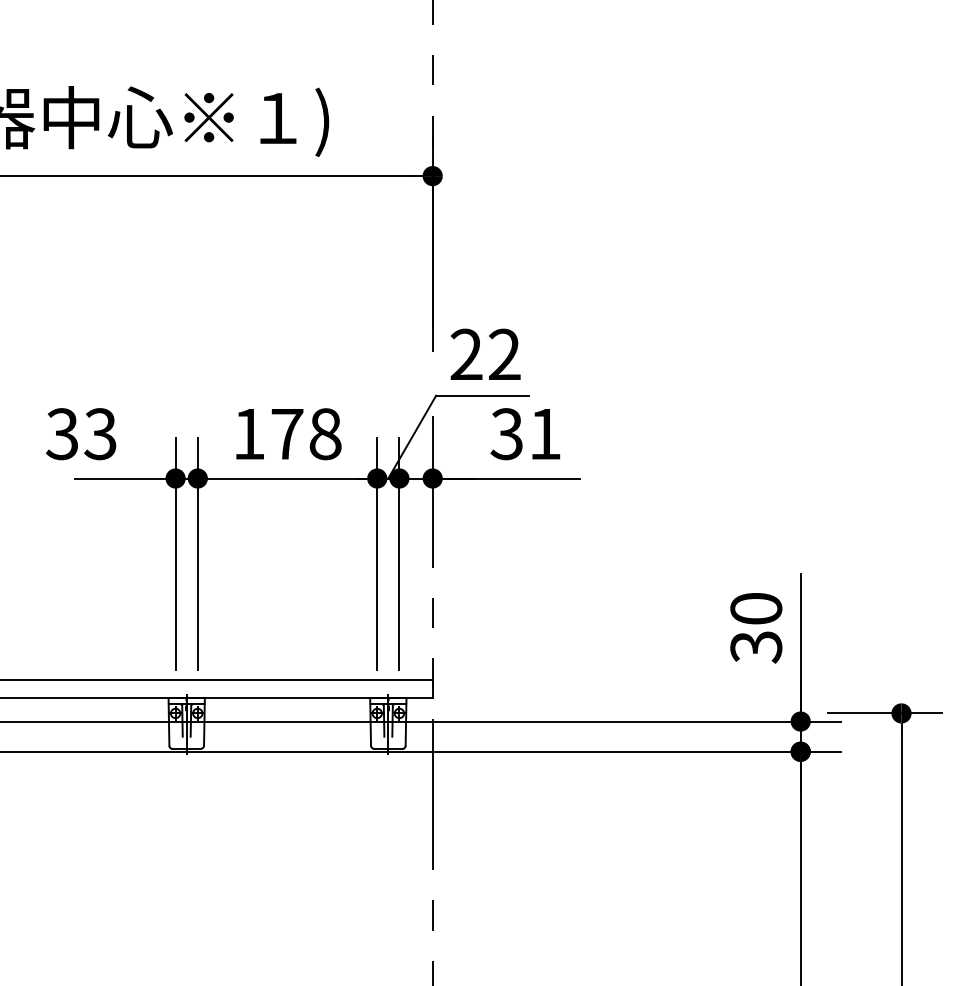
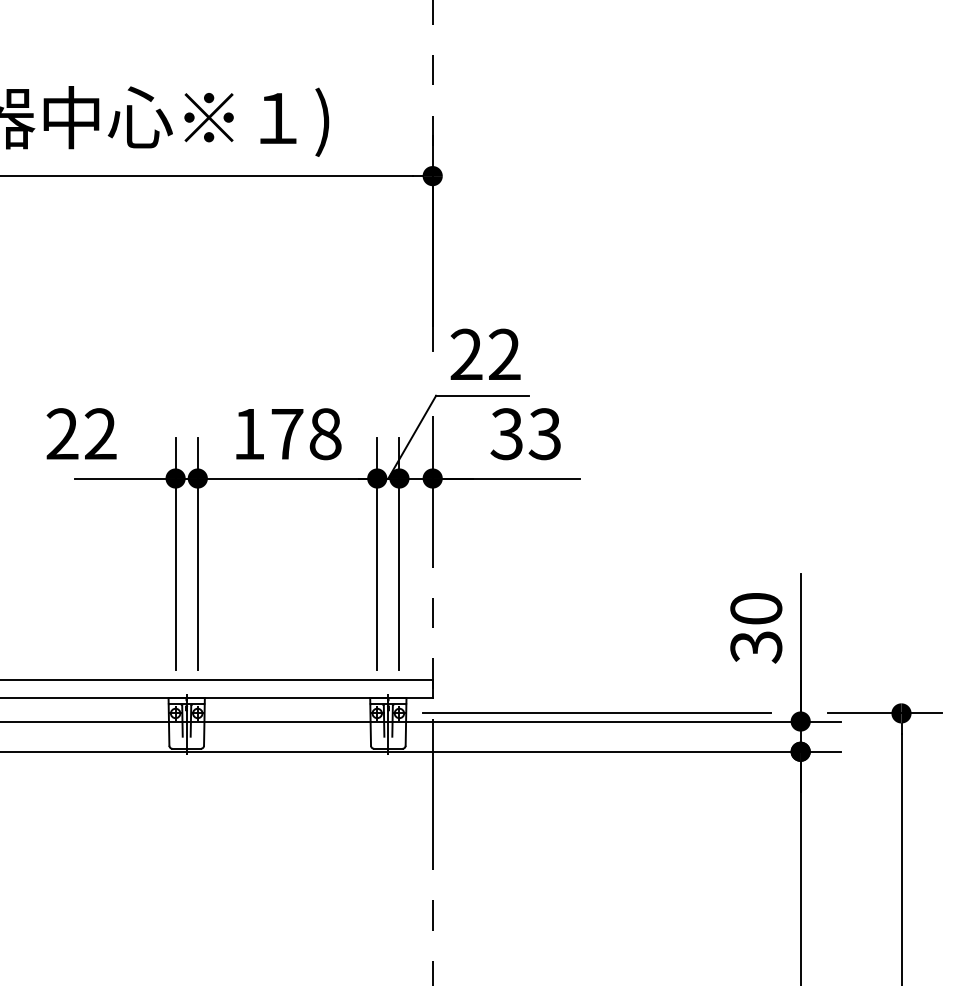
text at (81, 434): 33 -> 22
text at (544, 434): 31 -> 33
line at (596, 713): none -> present
